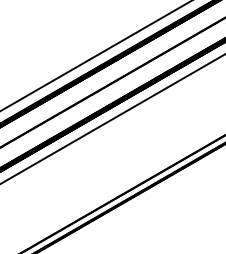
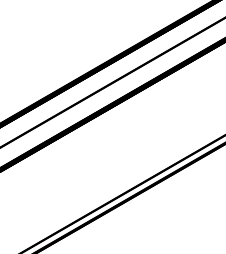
line at (95, 56): present -> none
line at (112, 118): present -> none
